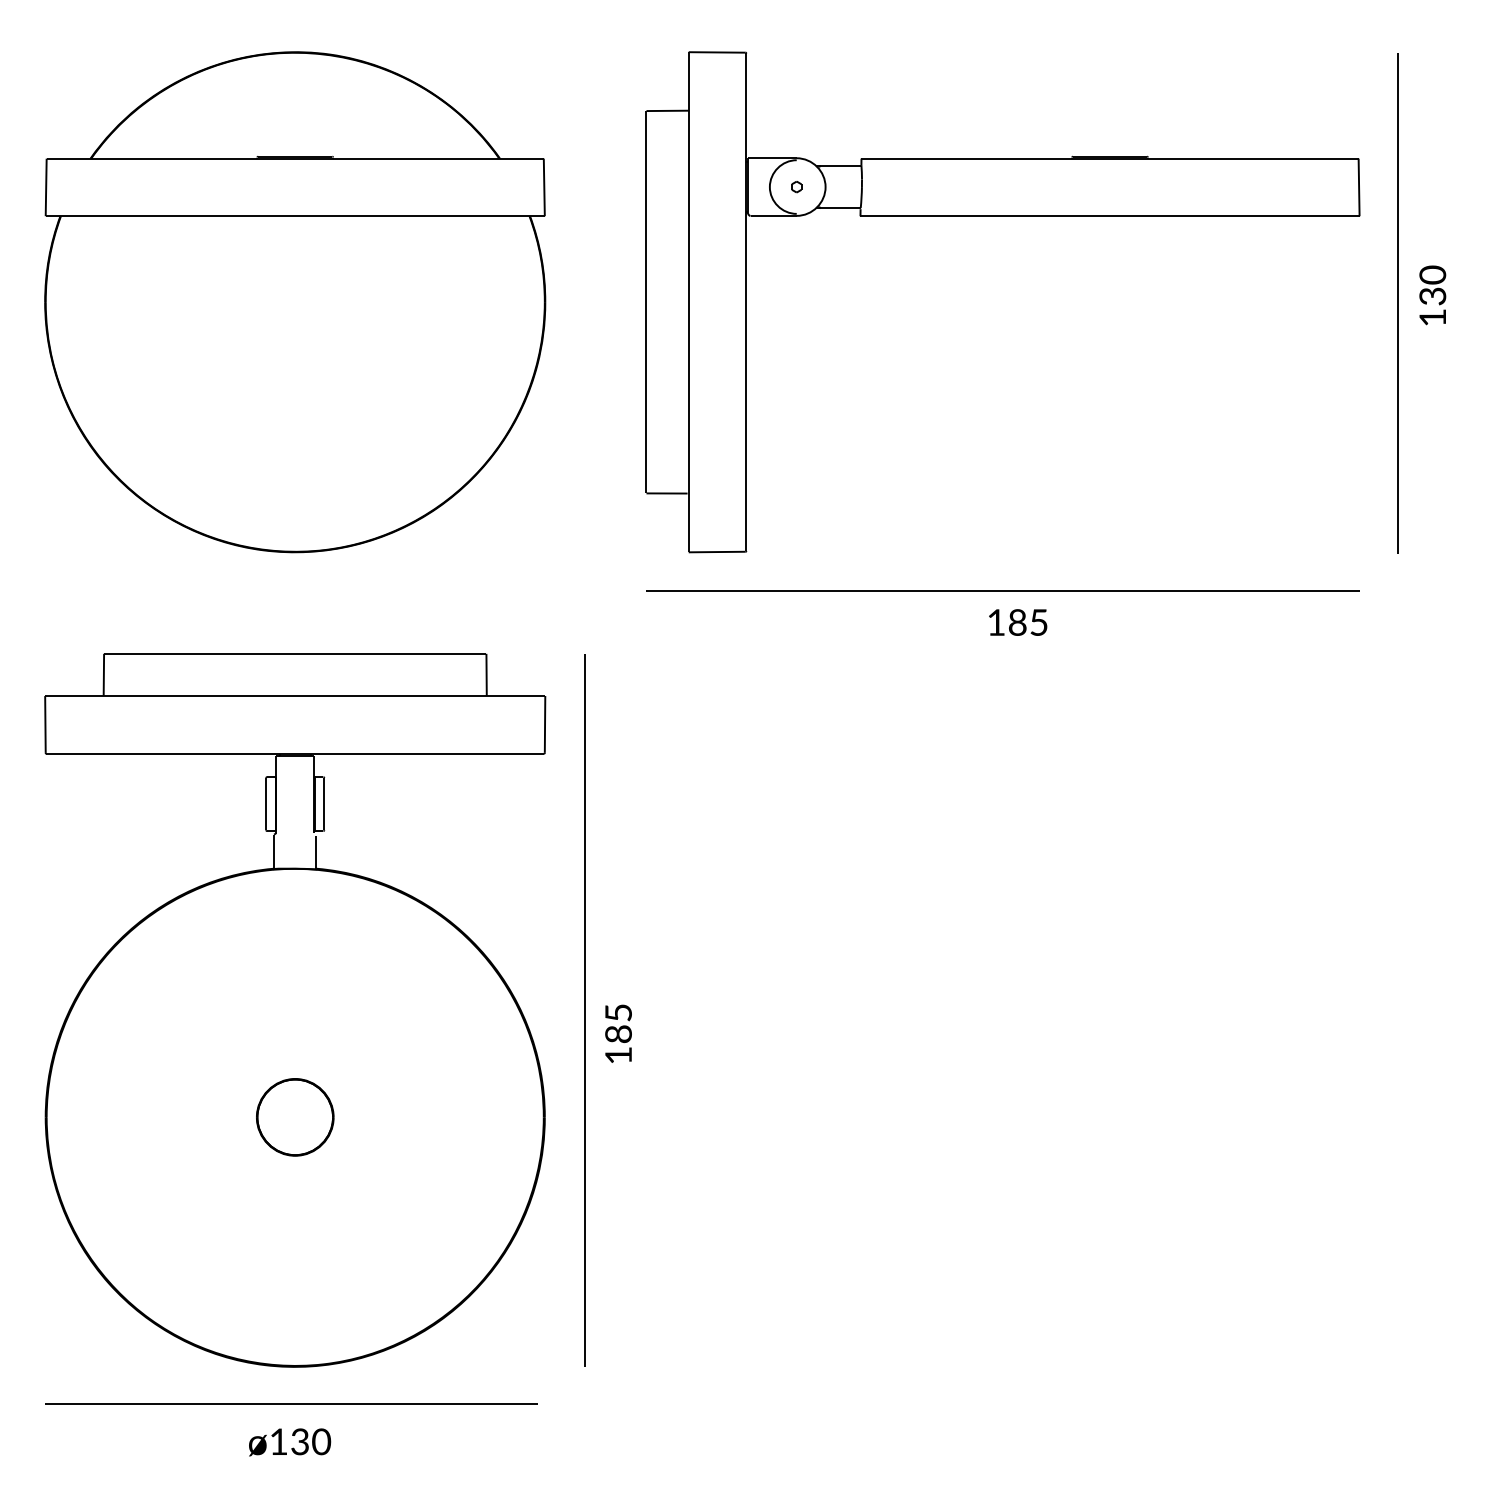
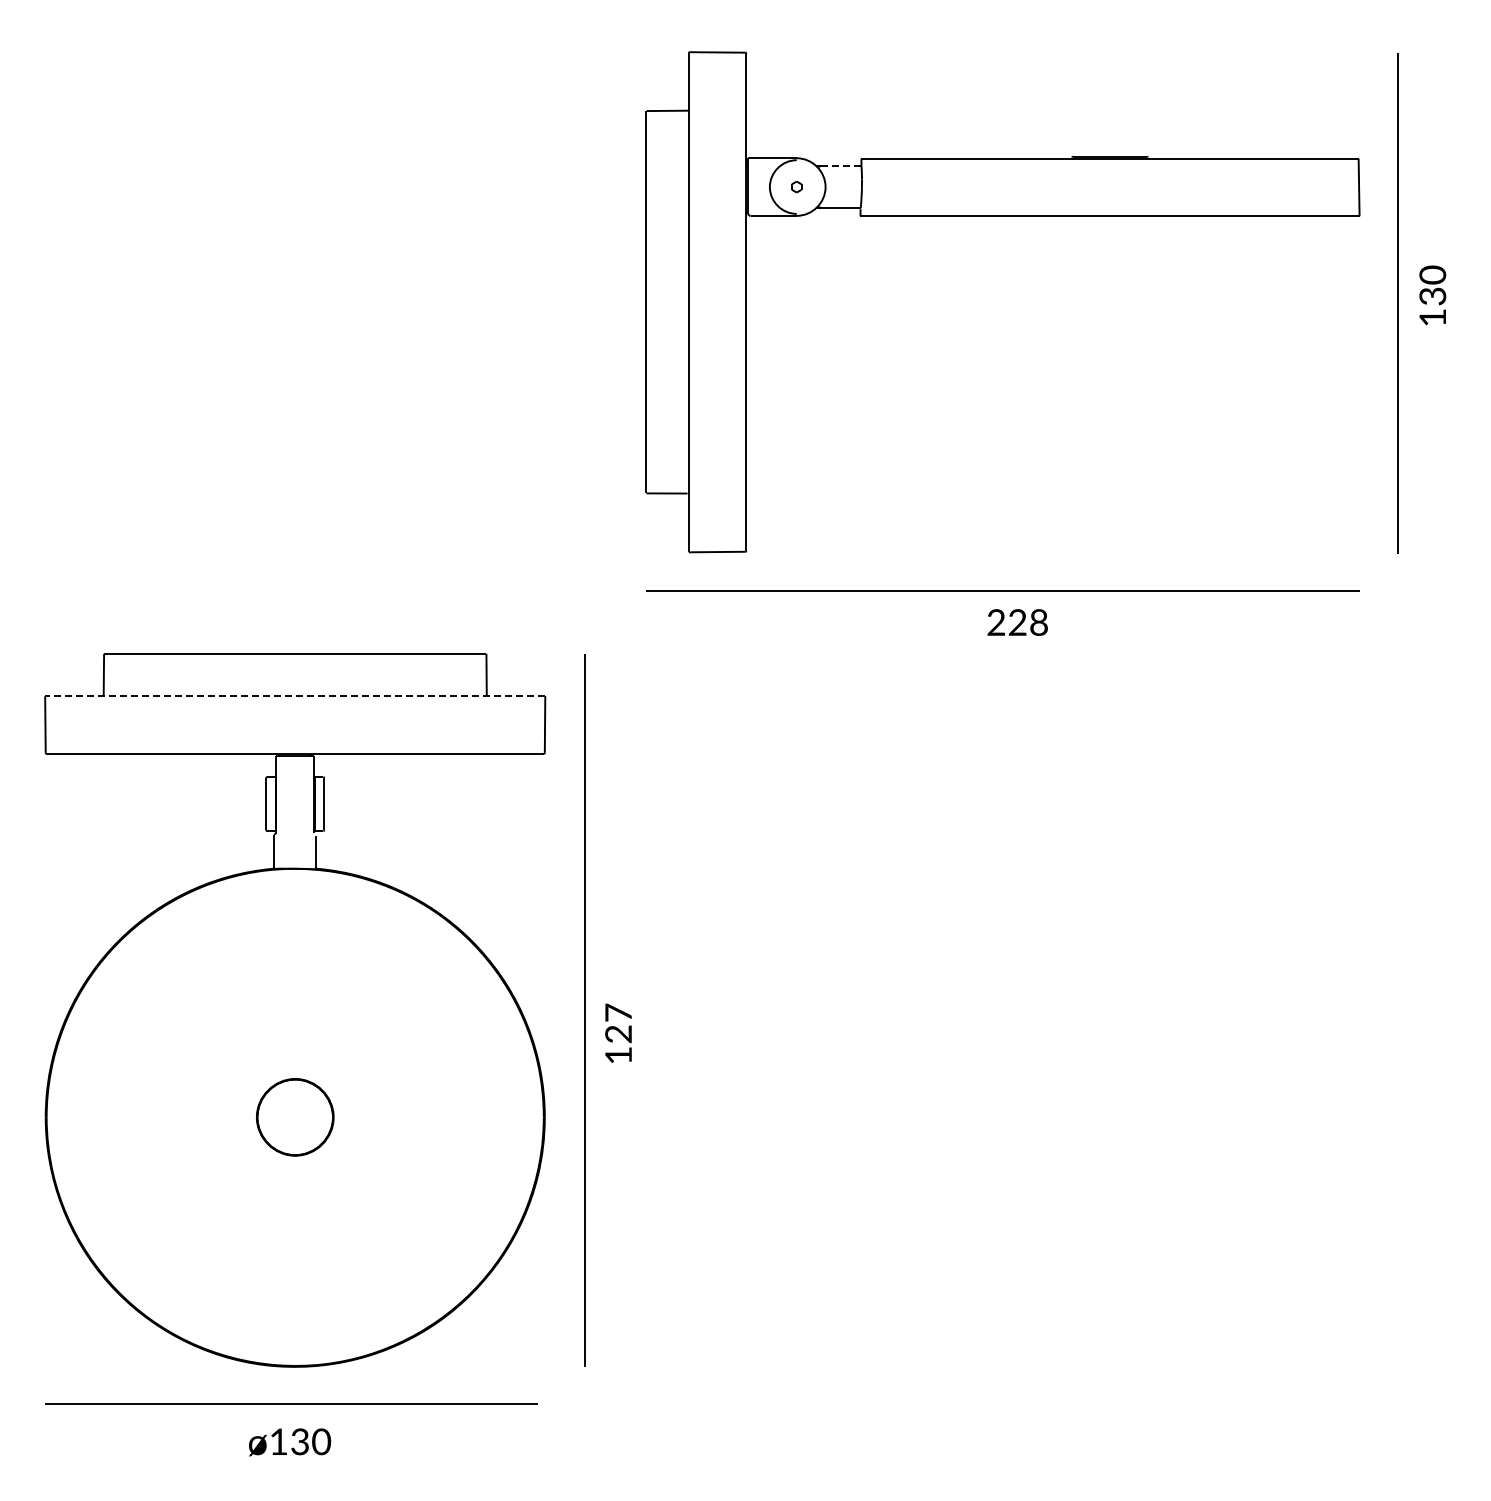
line at (840, 165): solid -> dashed
part at (295, 302): present -> none
text at (1017, 622): 185 -> 228
line at (294, 696): solid -> dashed
text at (618, 1023): 185 -> 127
